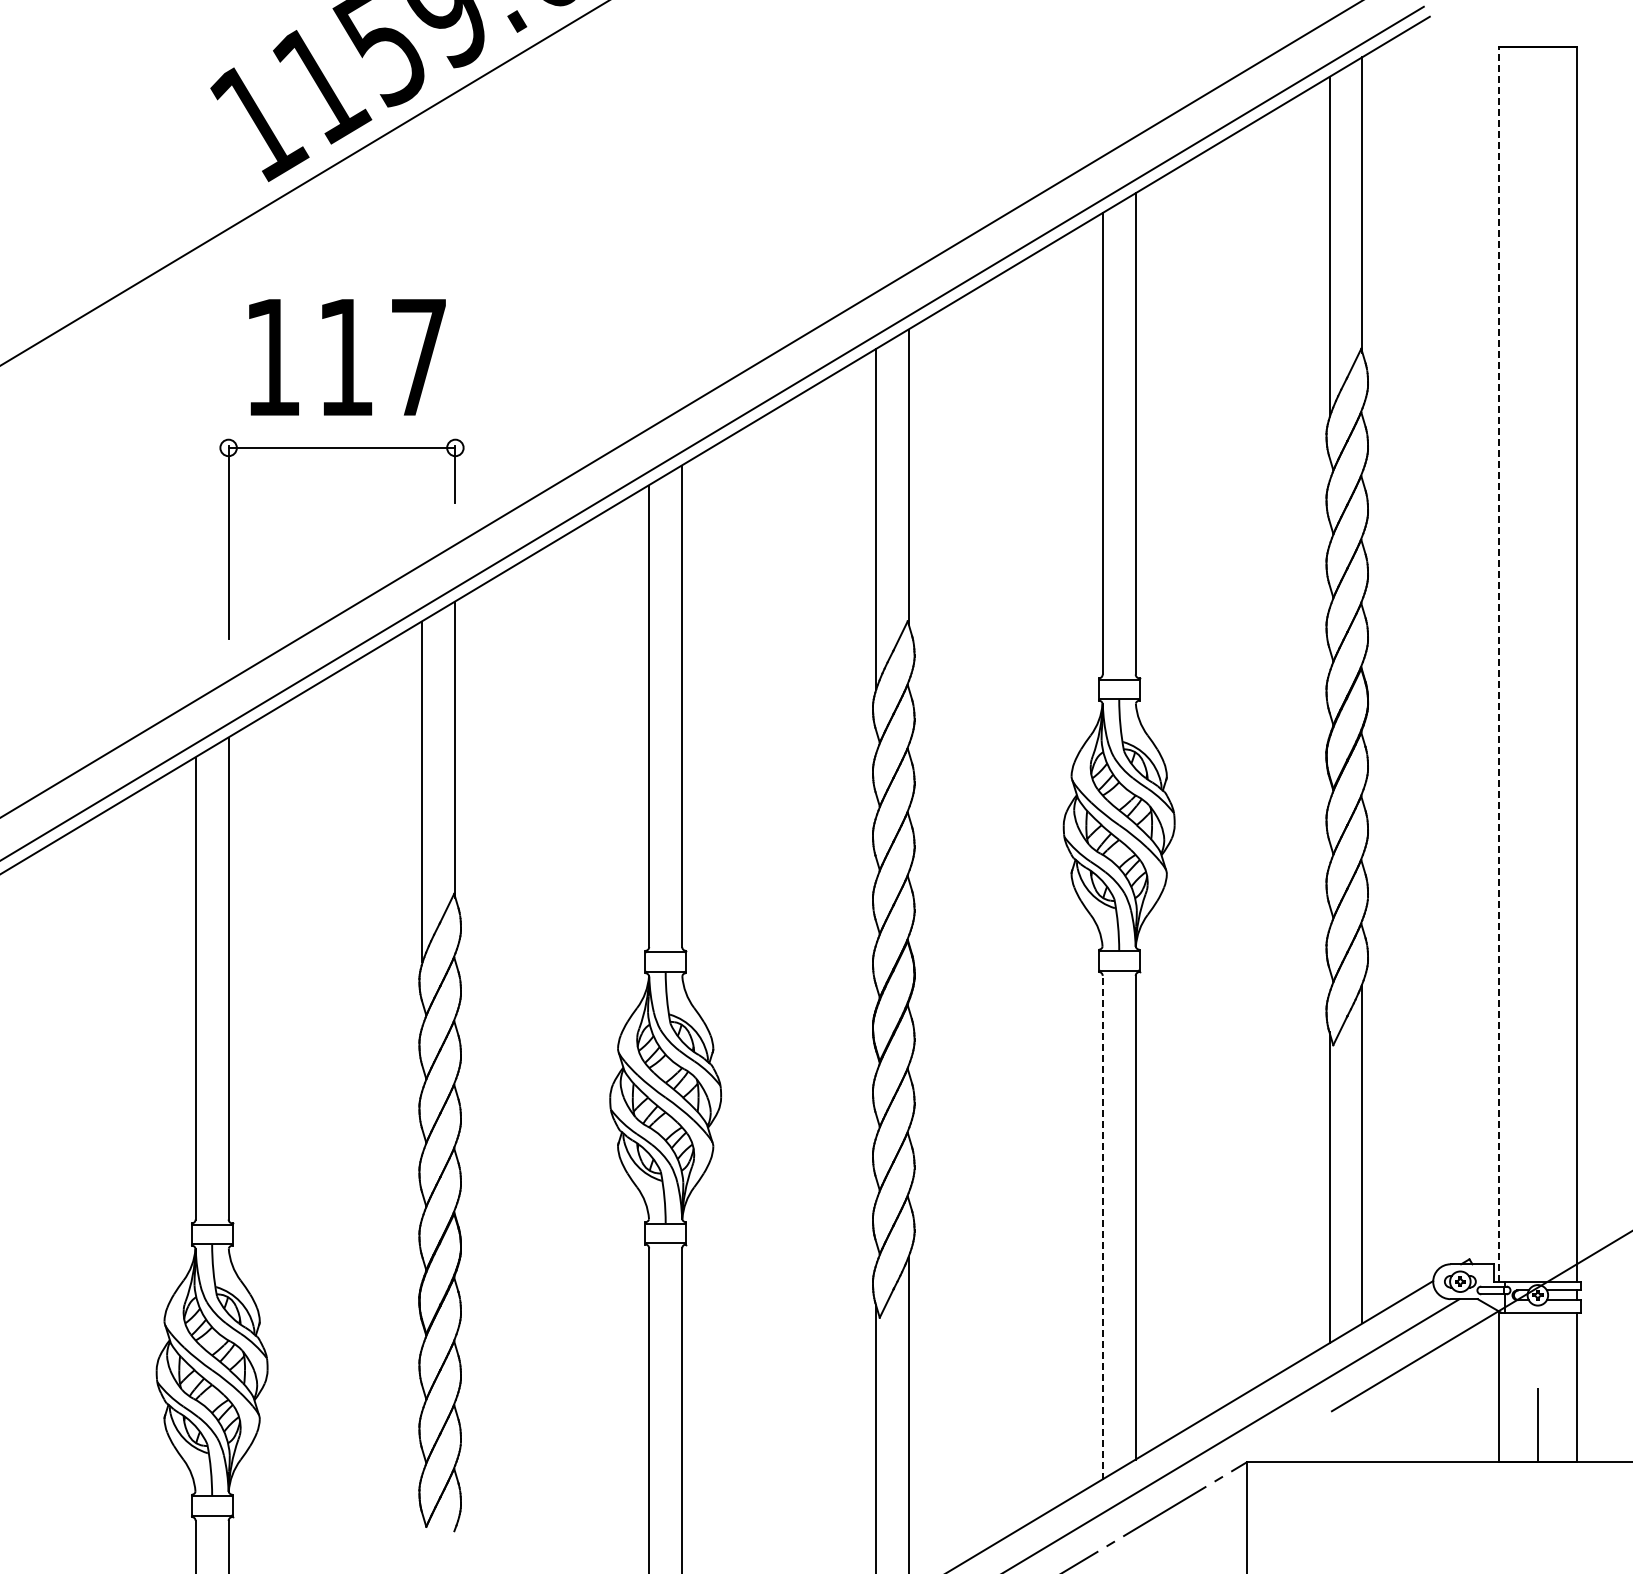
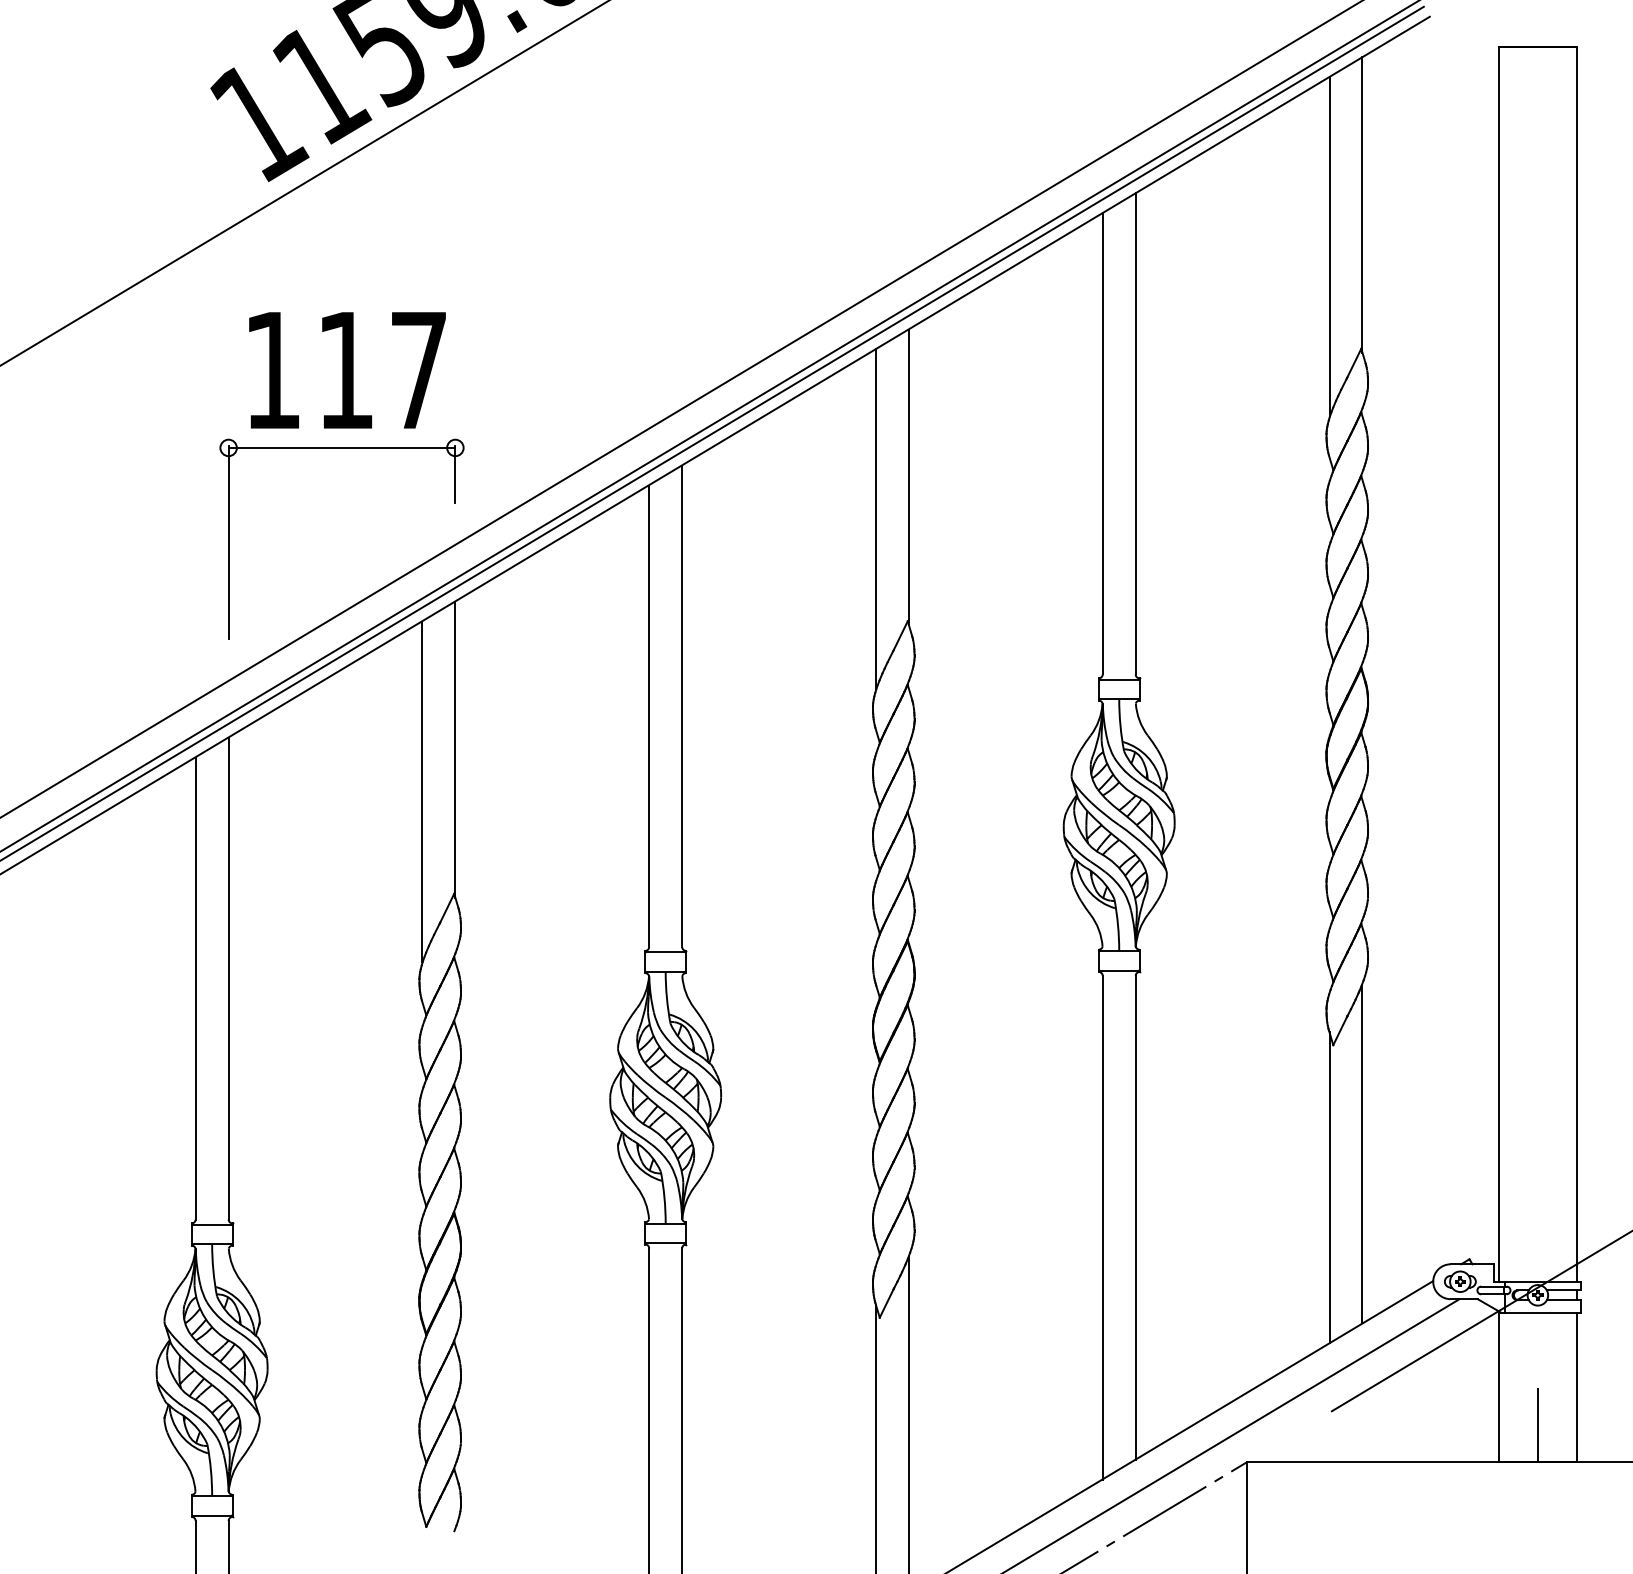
text at (347, 357) position: (347, 357) -> (347, 370)
line at (709, 426): none -> present
line at (1498, 663): dashed -> solid
line at (1102, 1227): dashed -> solid
